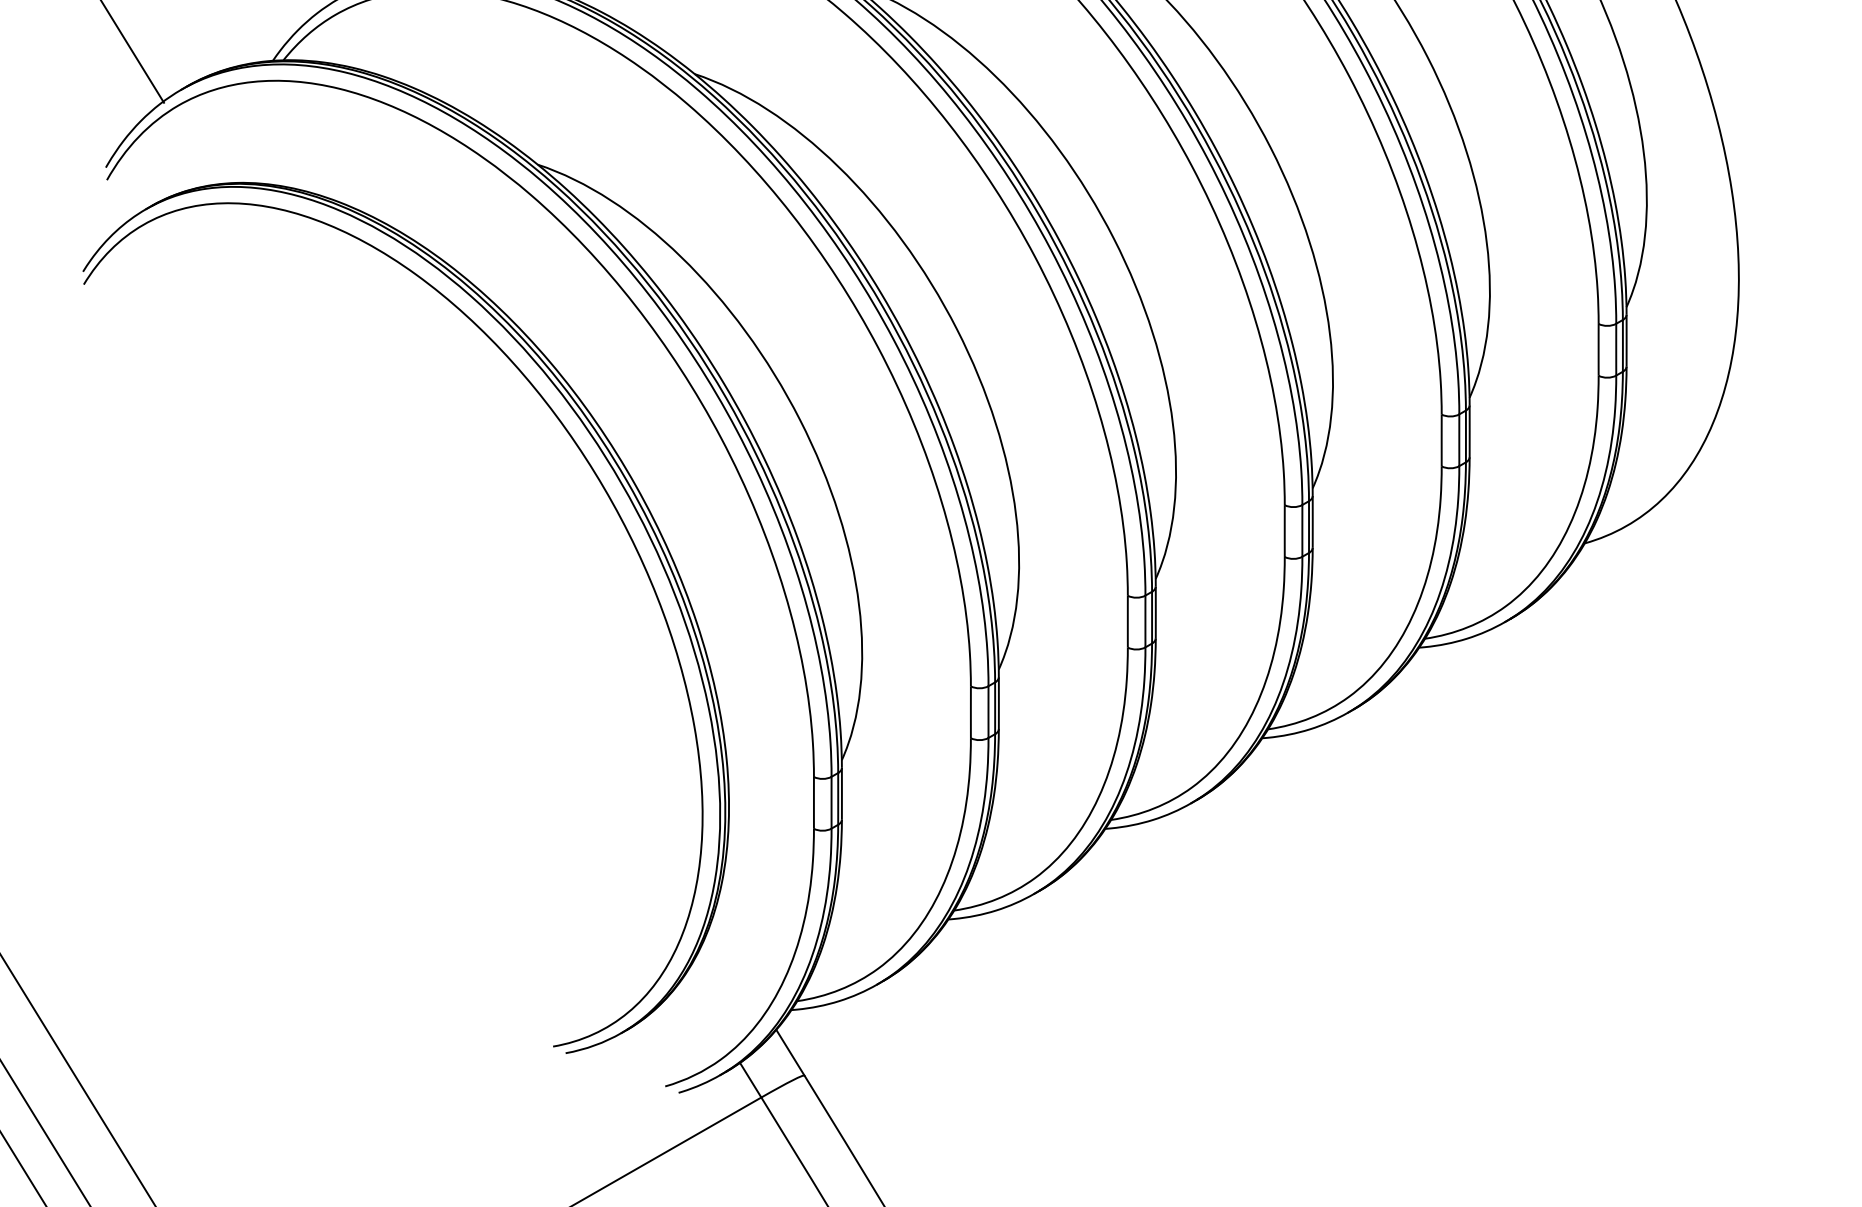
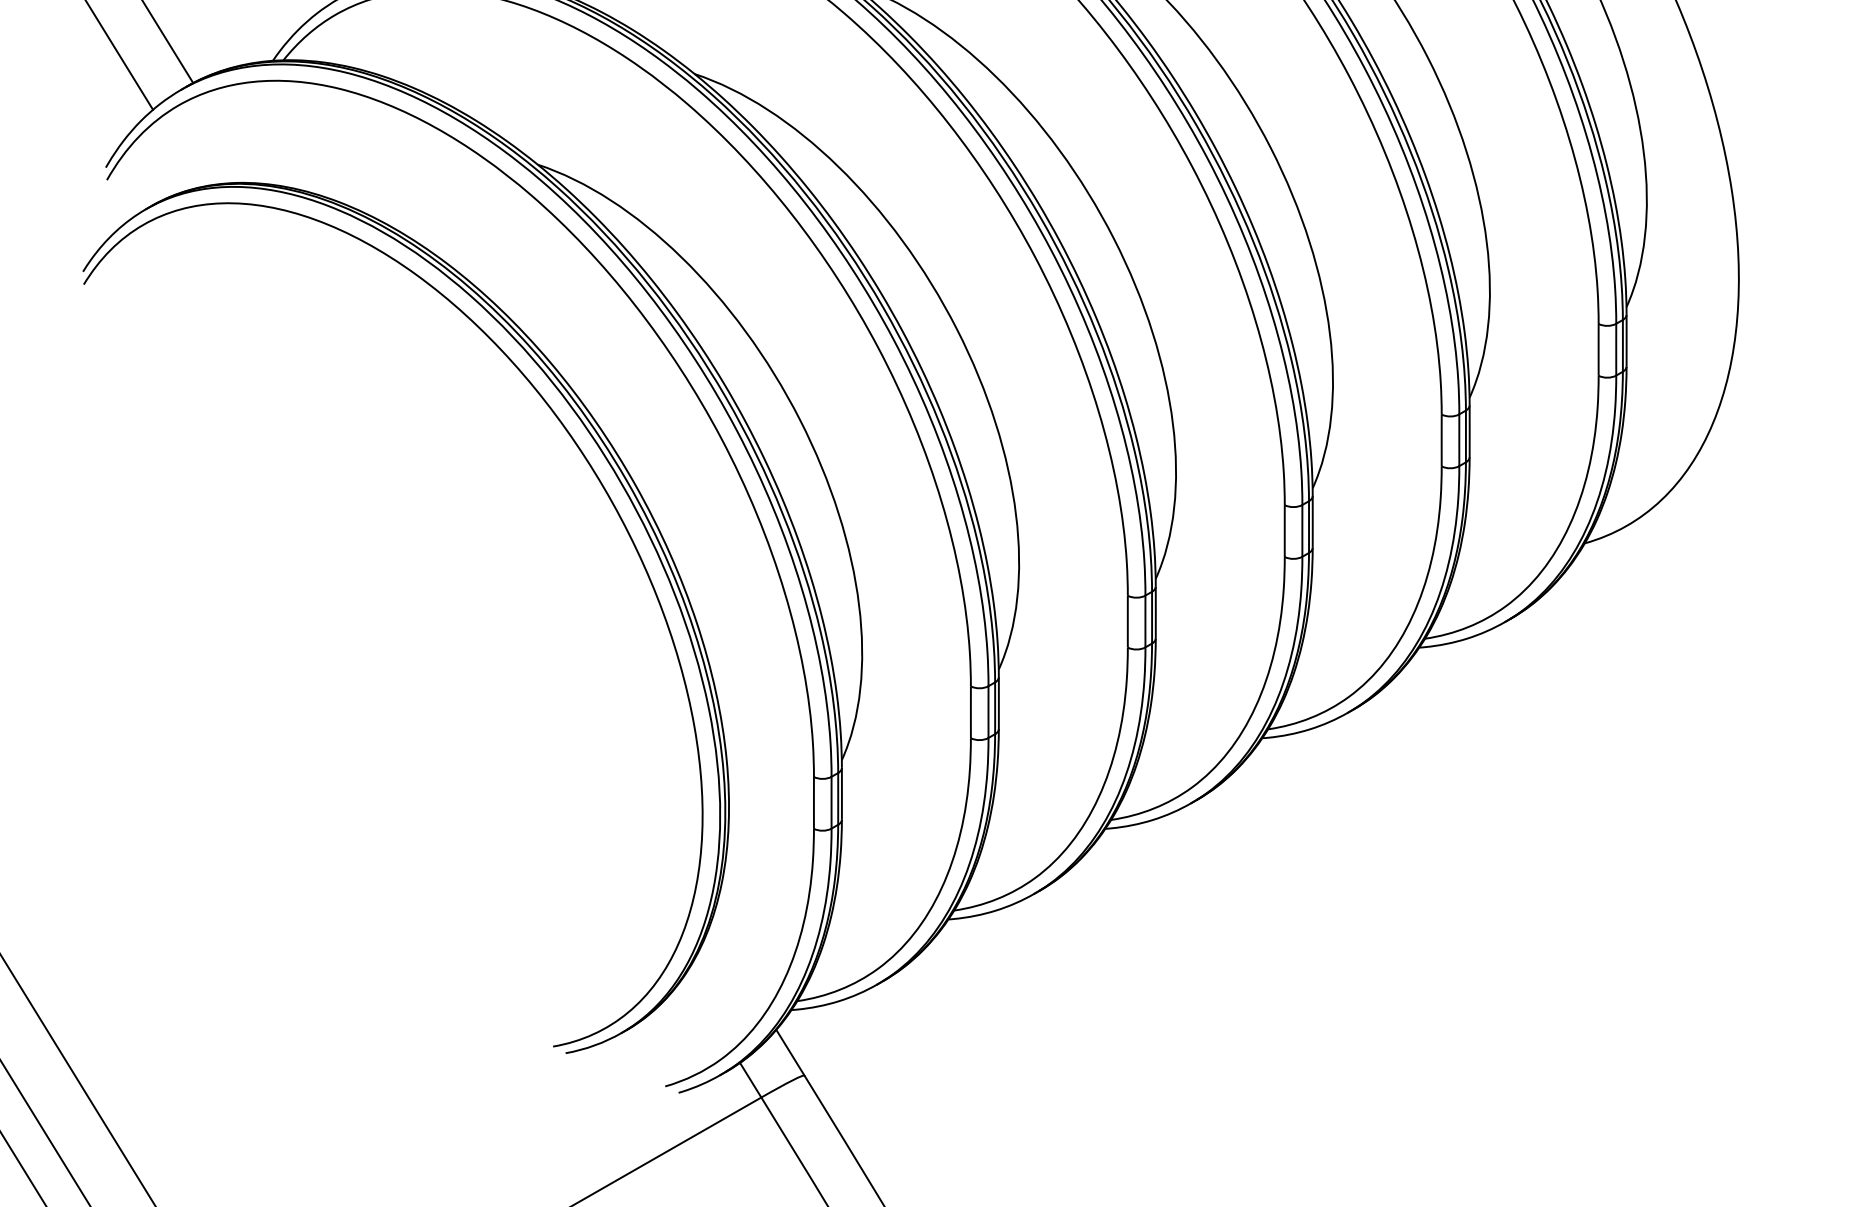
line at (168, 42): none -> present
line at (133, 52) position: (133, 52) -> (119, 55)
